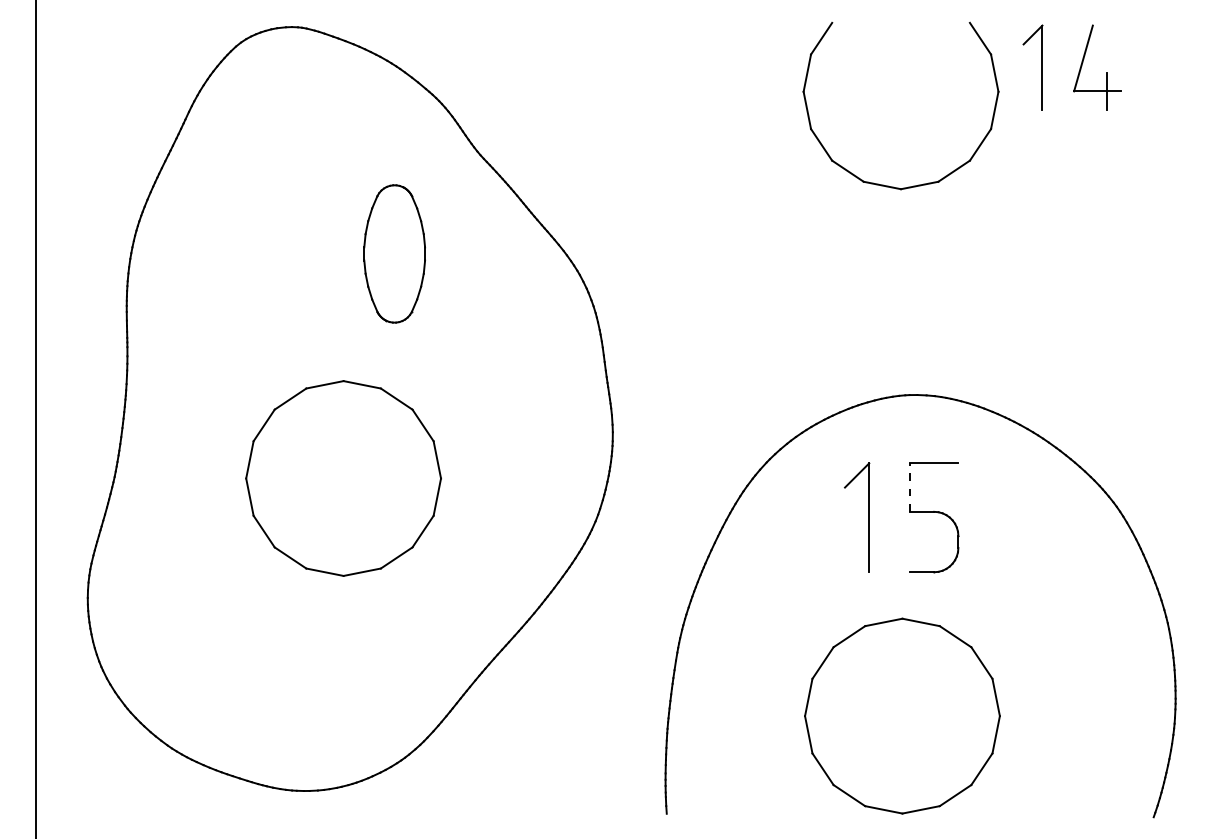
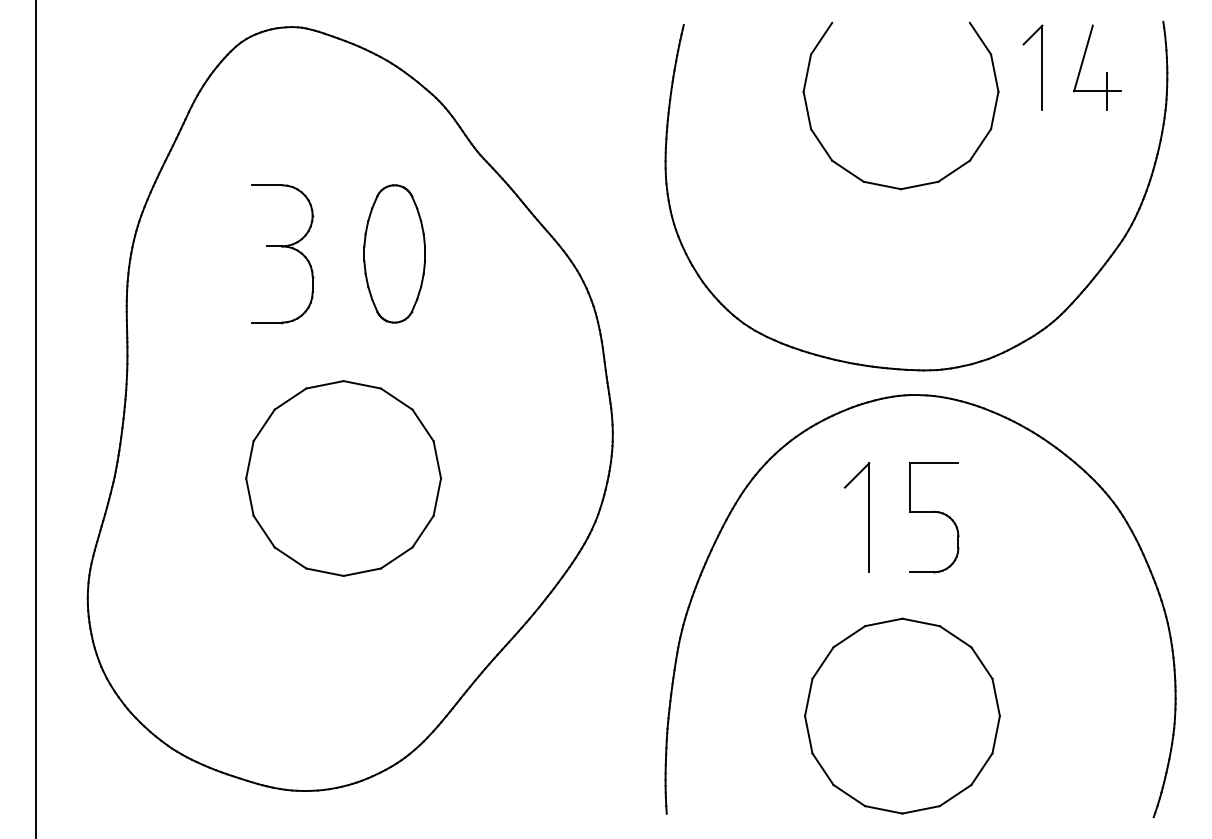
part at (282, 247): none -> present
part at (906, 368): none -> present
line at (910, 487): dashed -> solid
